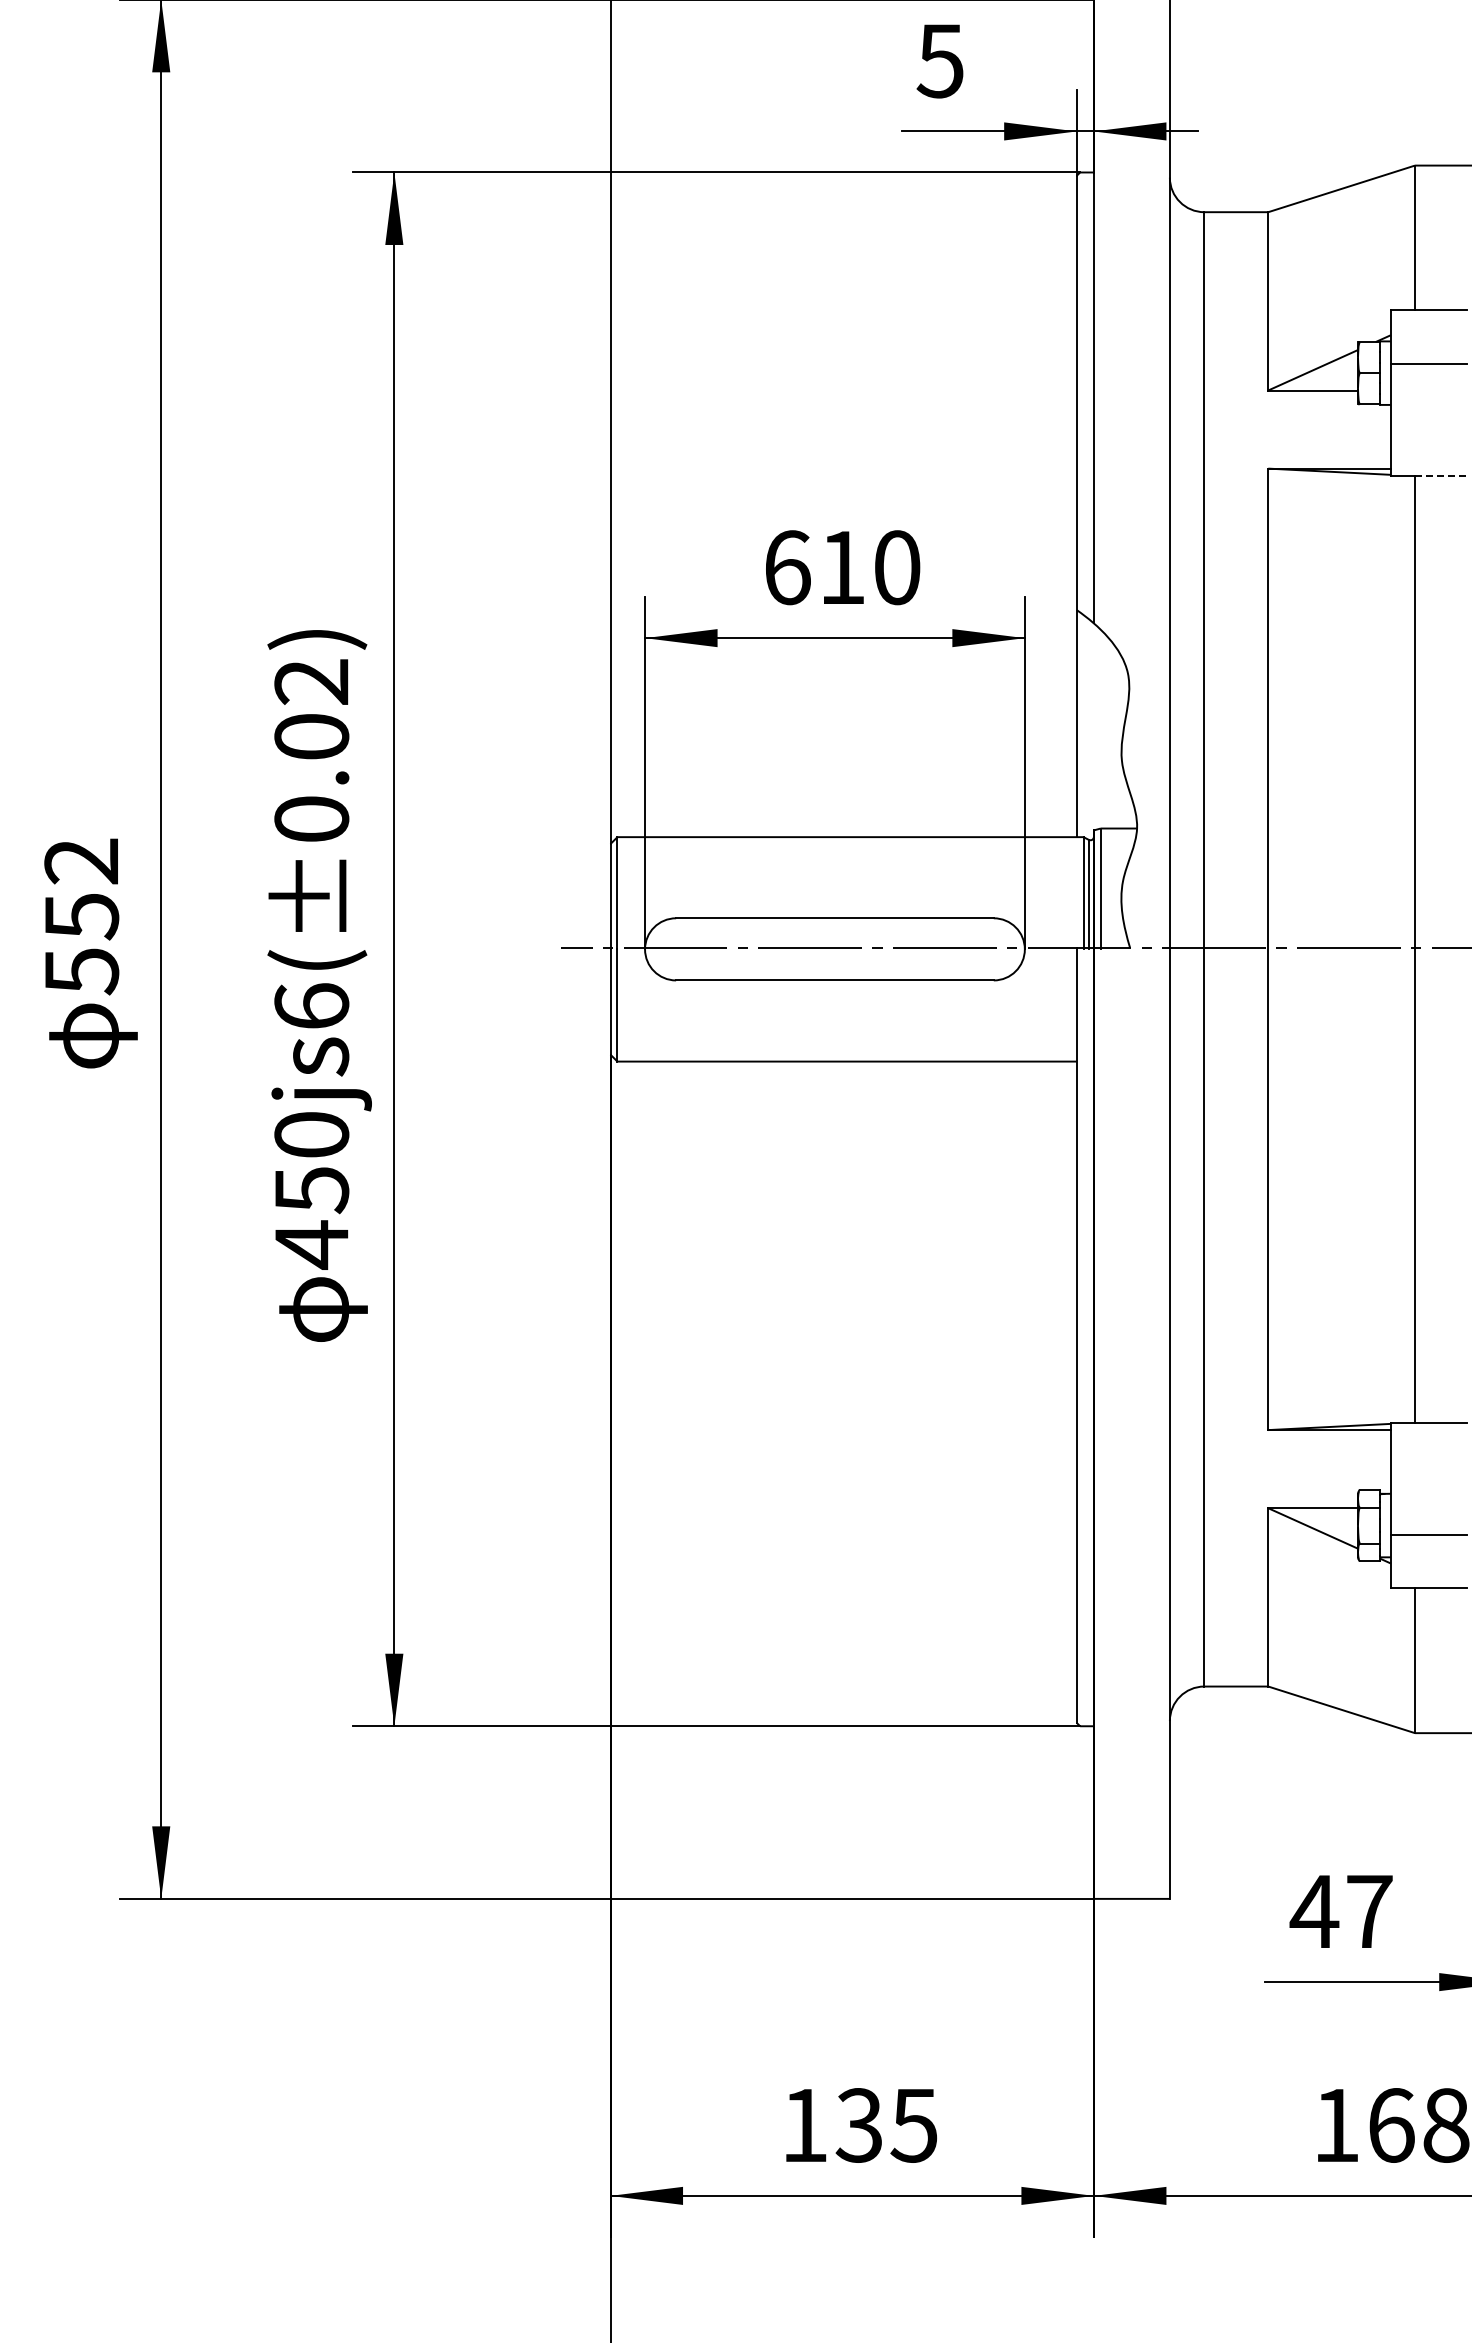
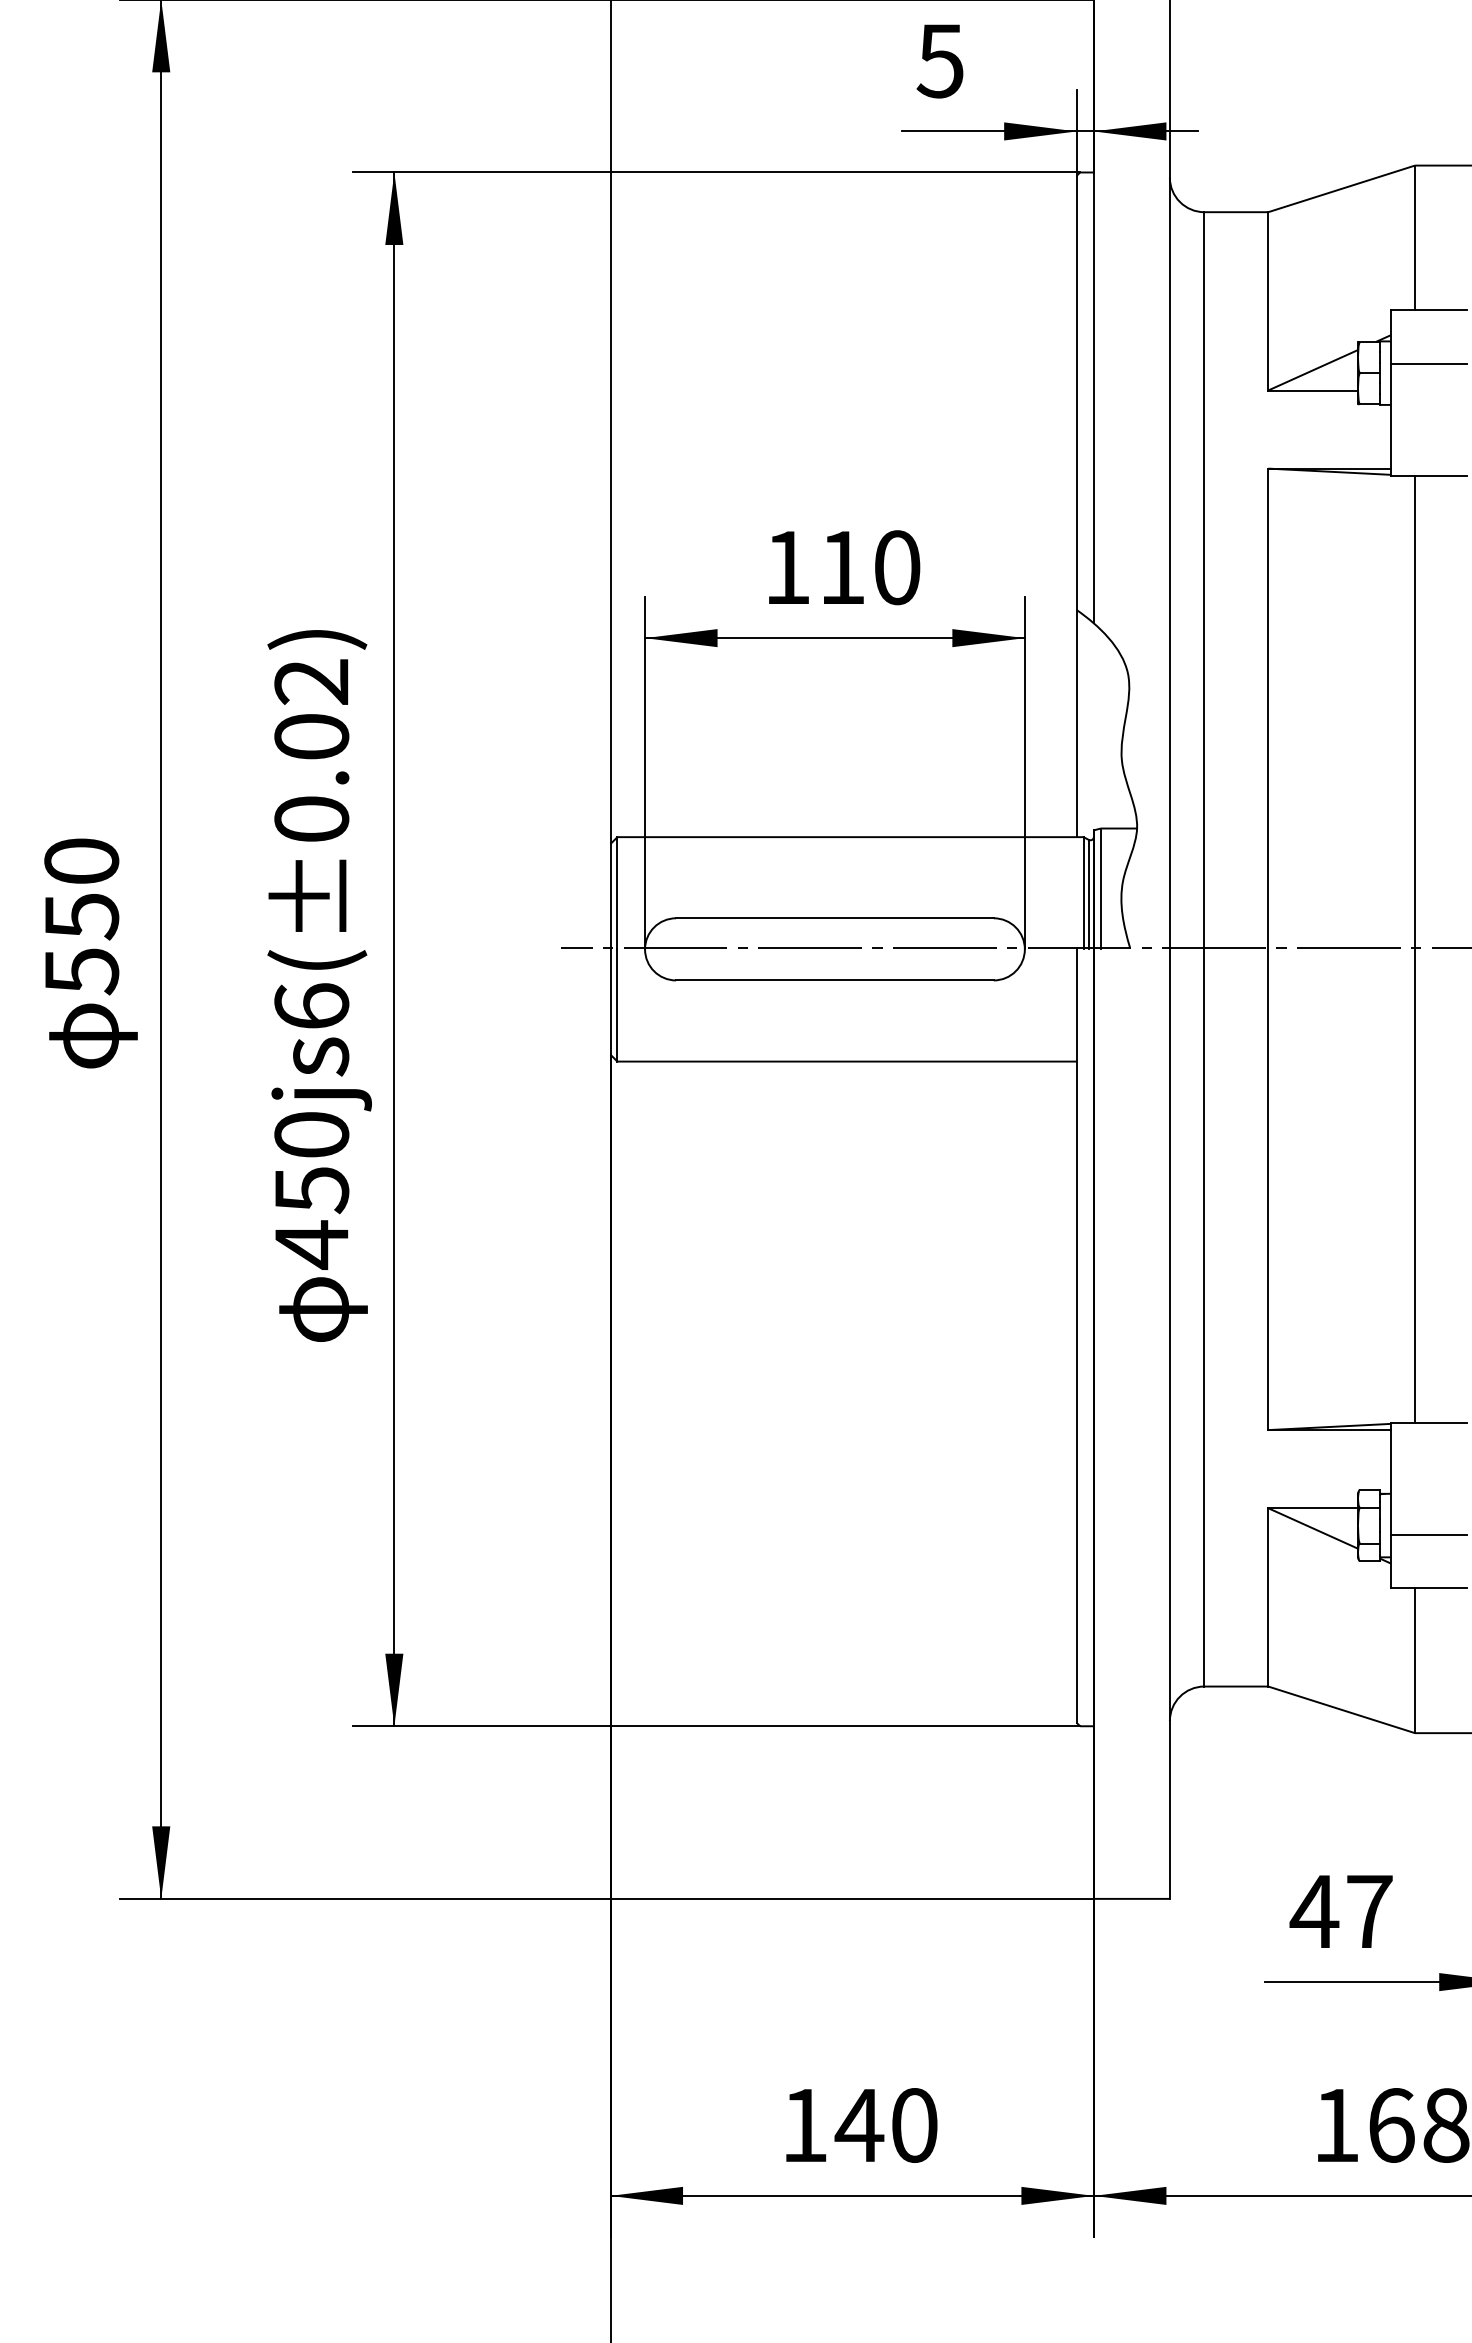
line at (1440, 476): dashed -> solid
text at (788, 567): 610 -> 110
text at (81, 861): 552 -> 550
text at (885, 2125): 135 -> 140
